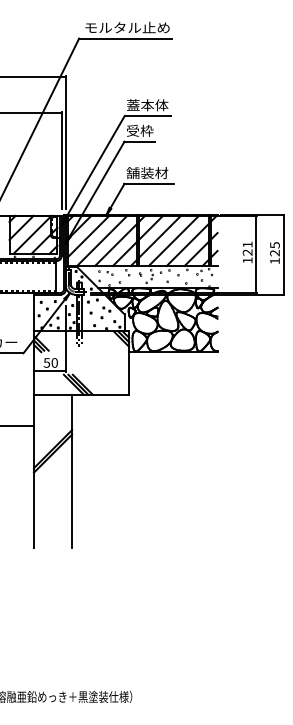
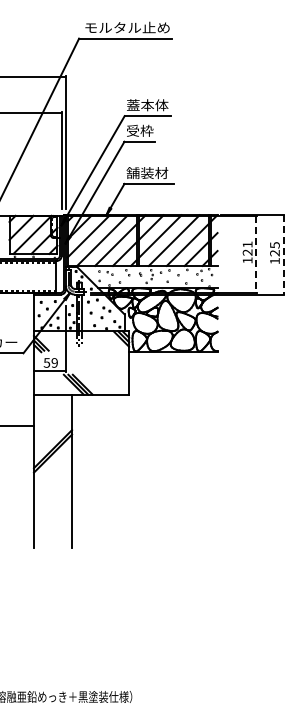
line at (256, 254): solid -> dashed
line at (283, 254): solid -> dashed
text at (54, 362): 50 -> 59
